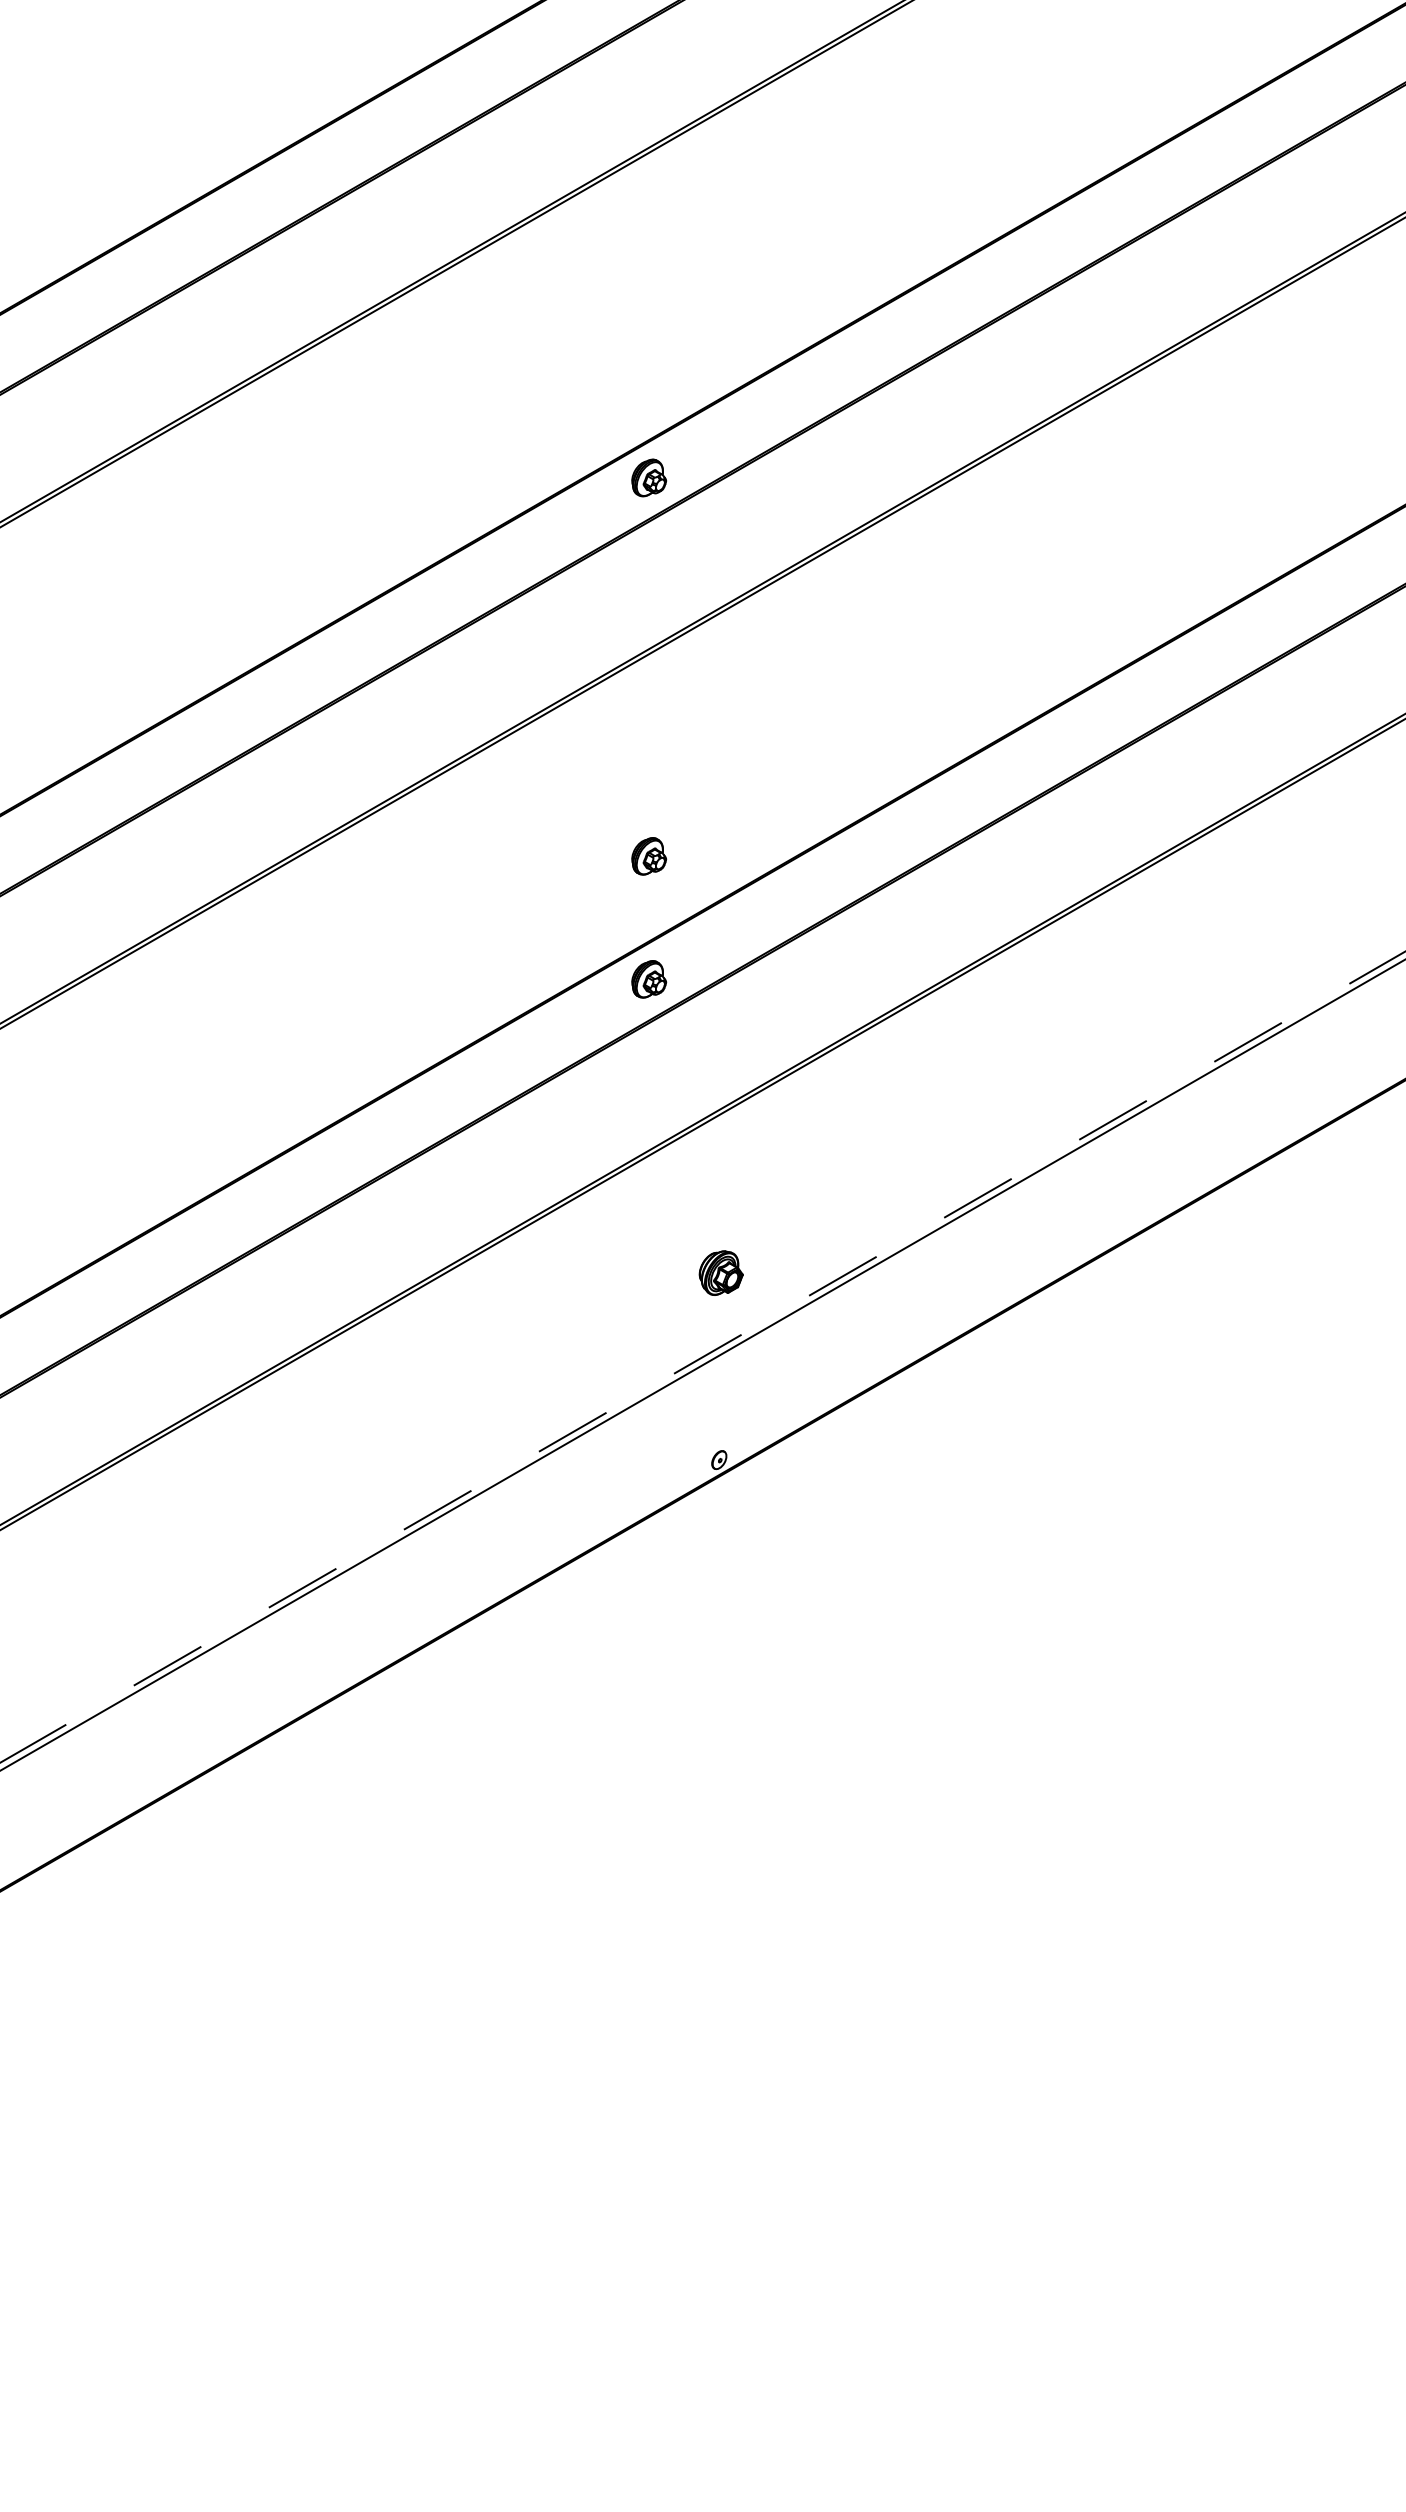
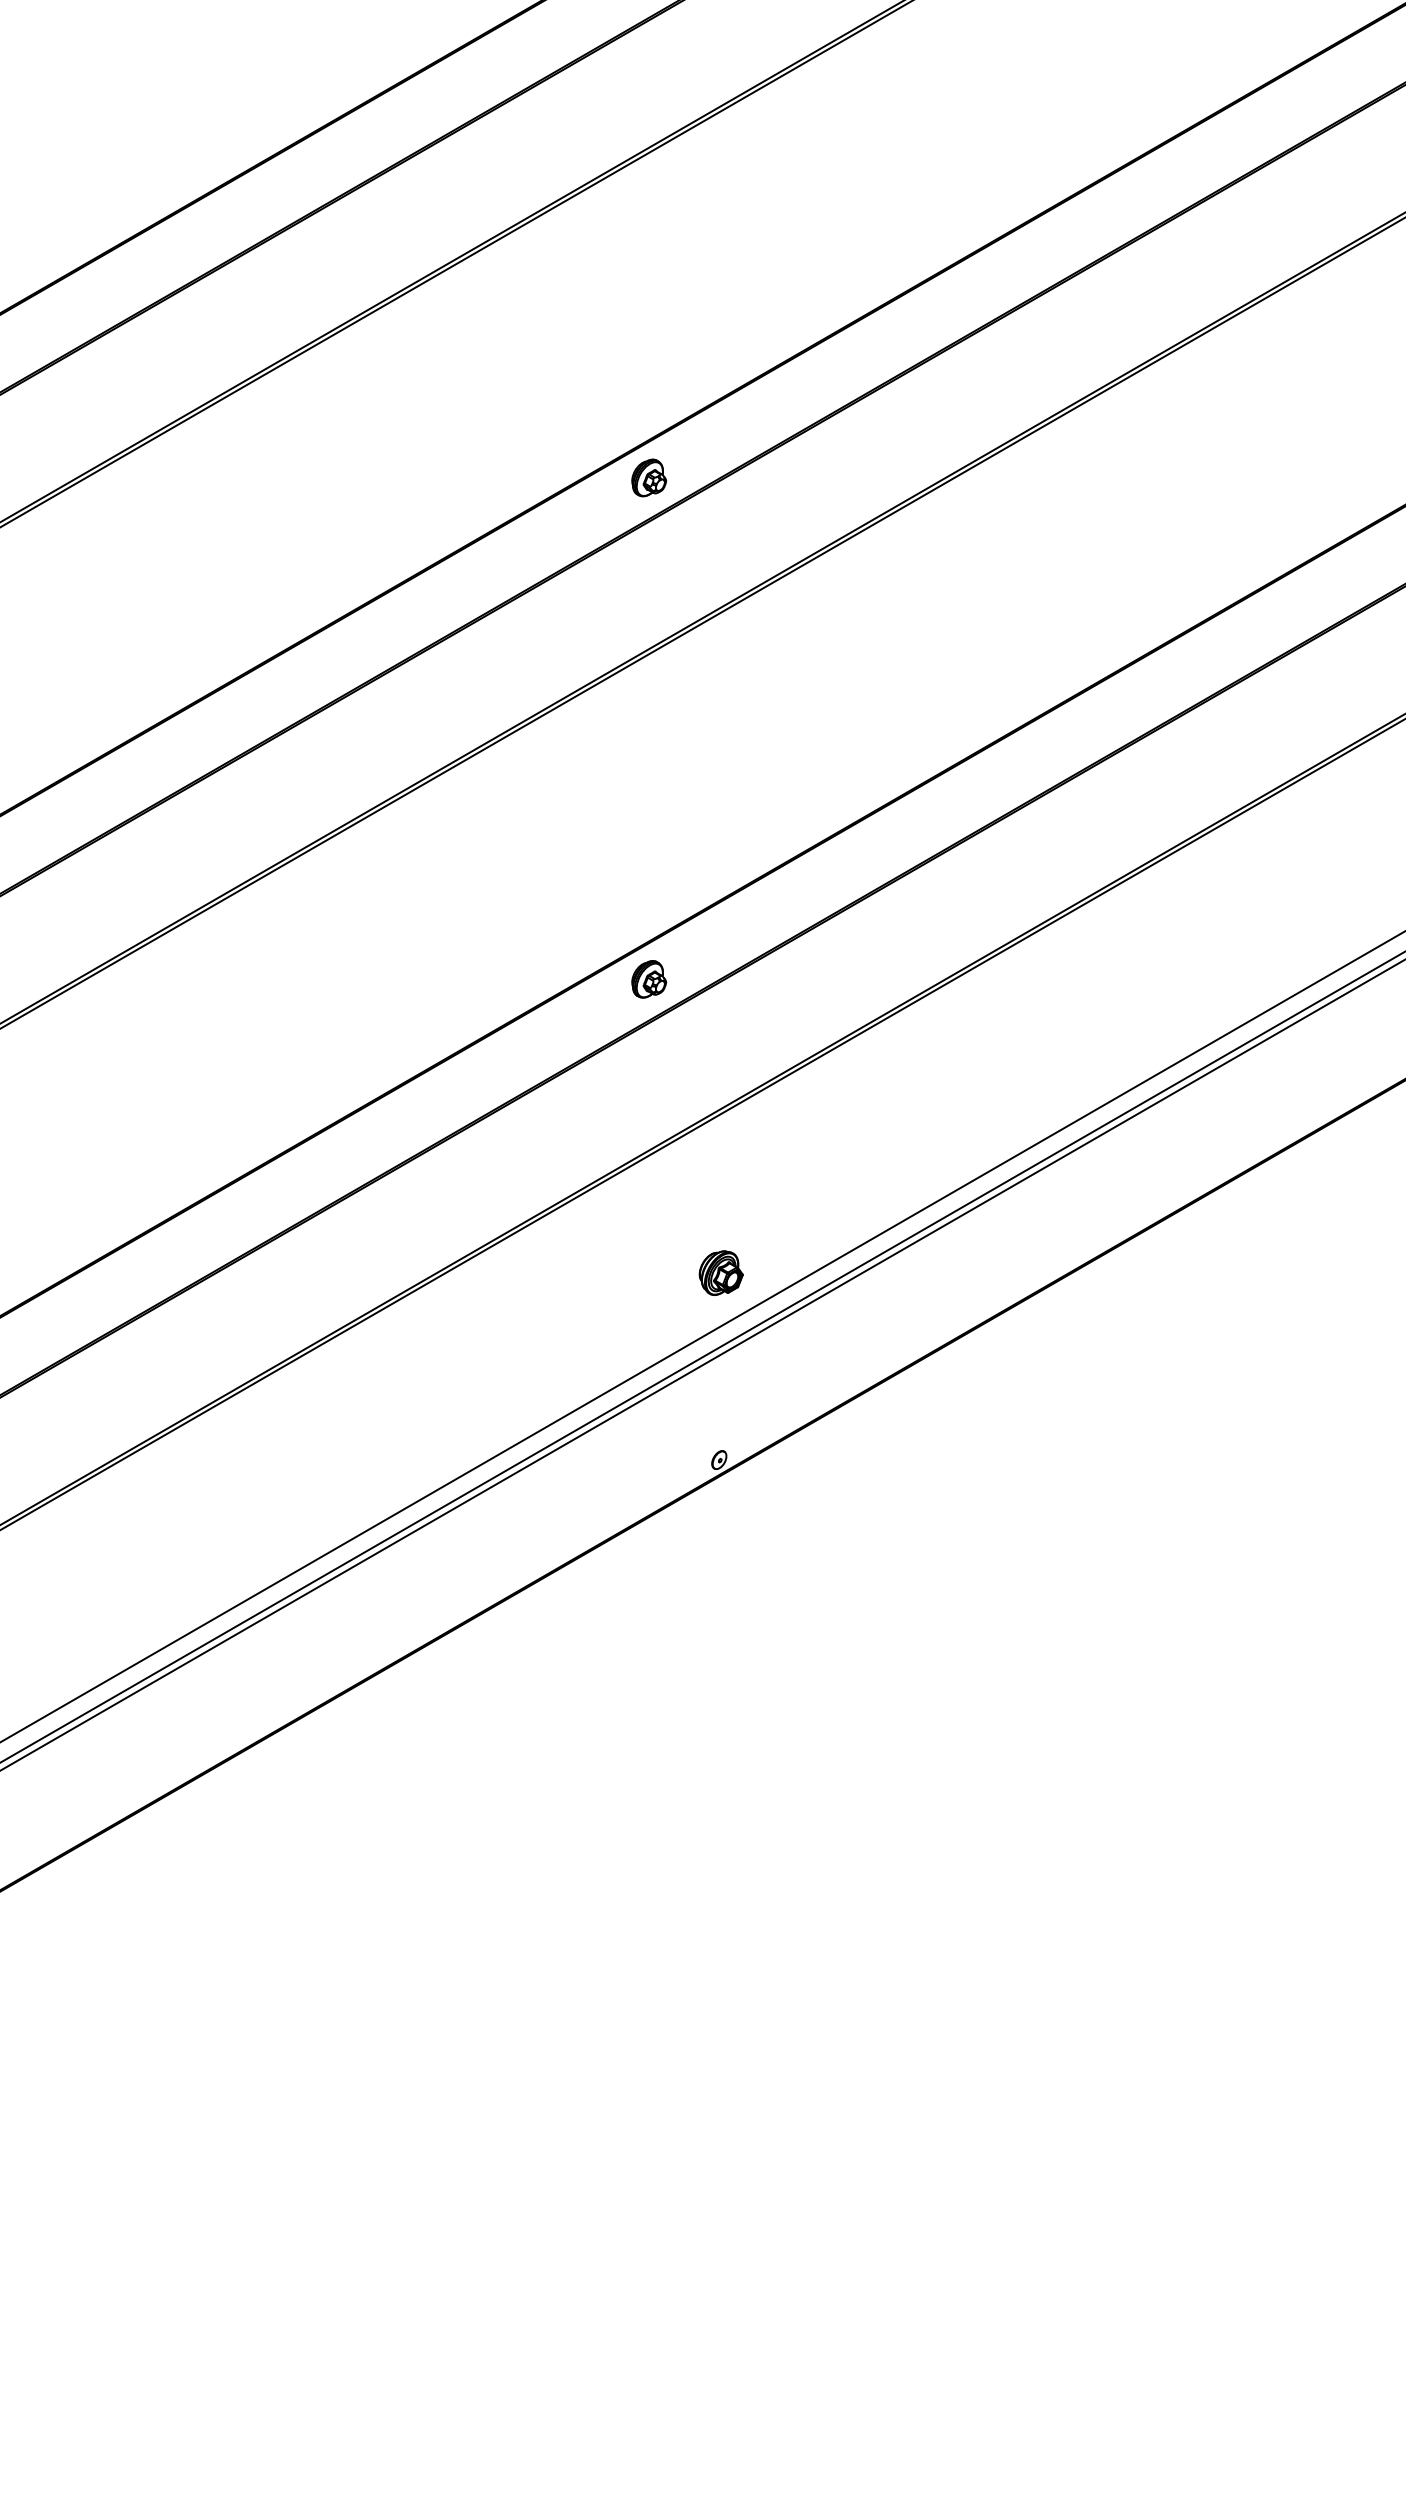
part at (649, 856): present -> none
line at (702, 1336): none -> present
line at (702, 1357): dashed -> solid
